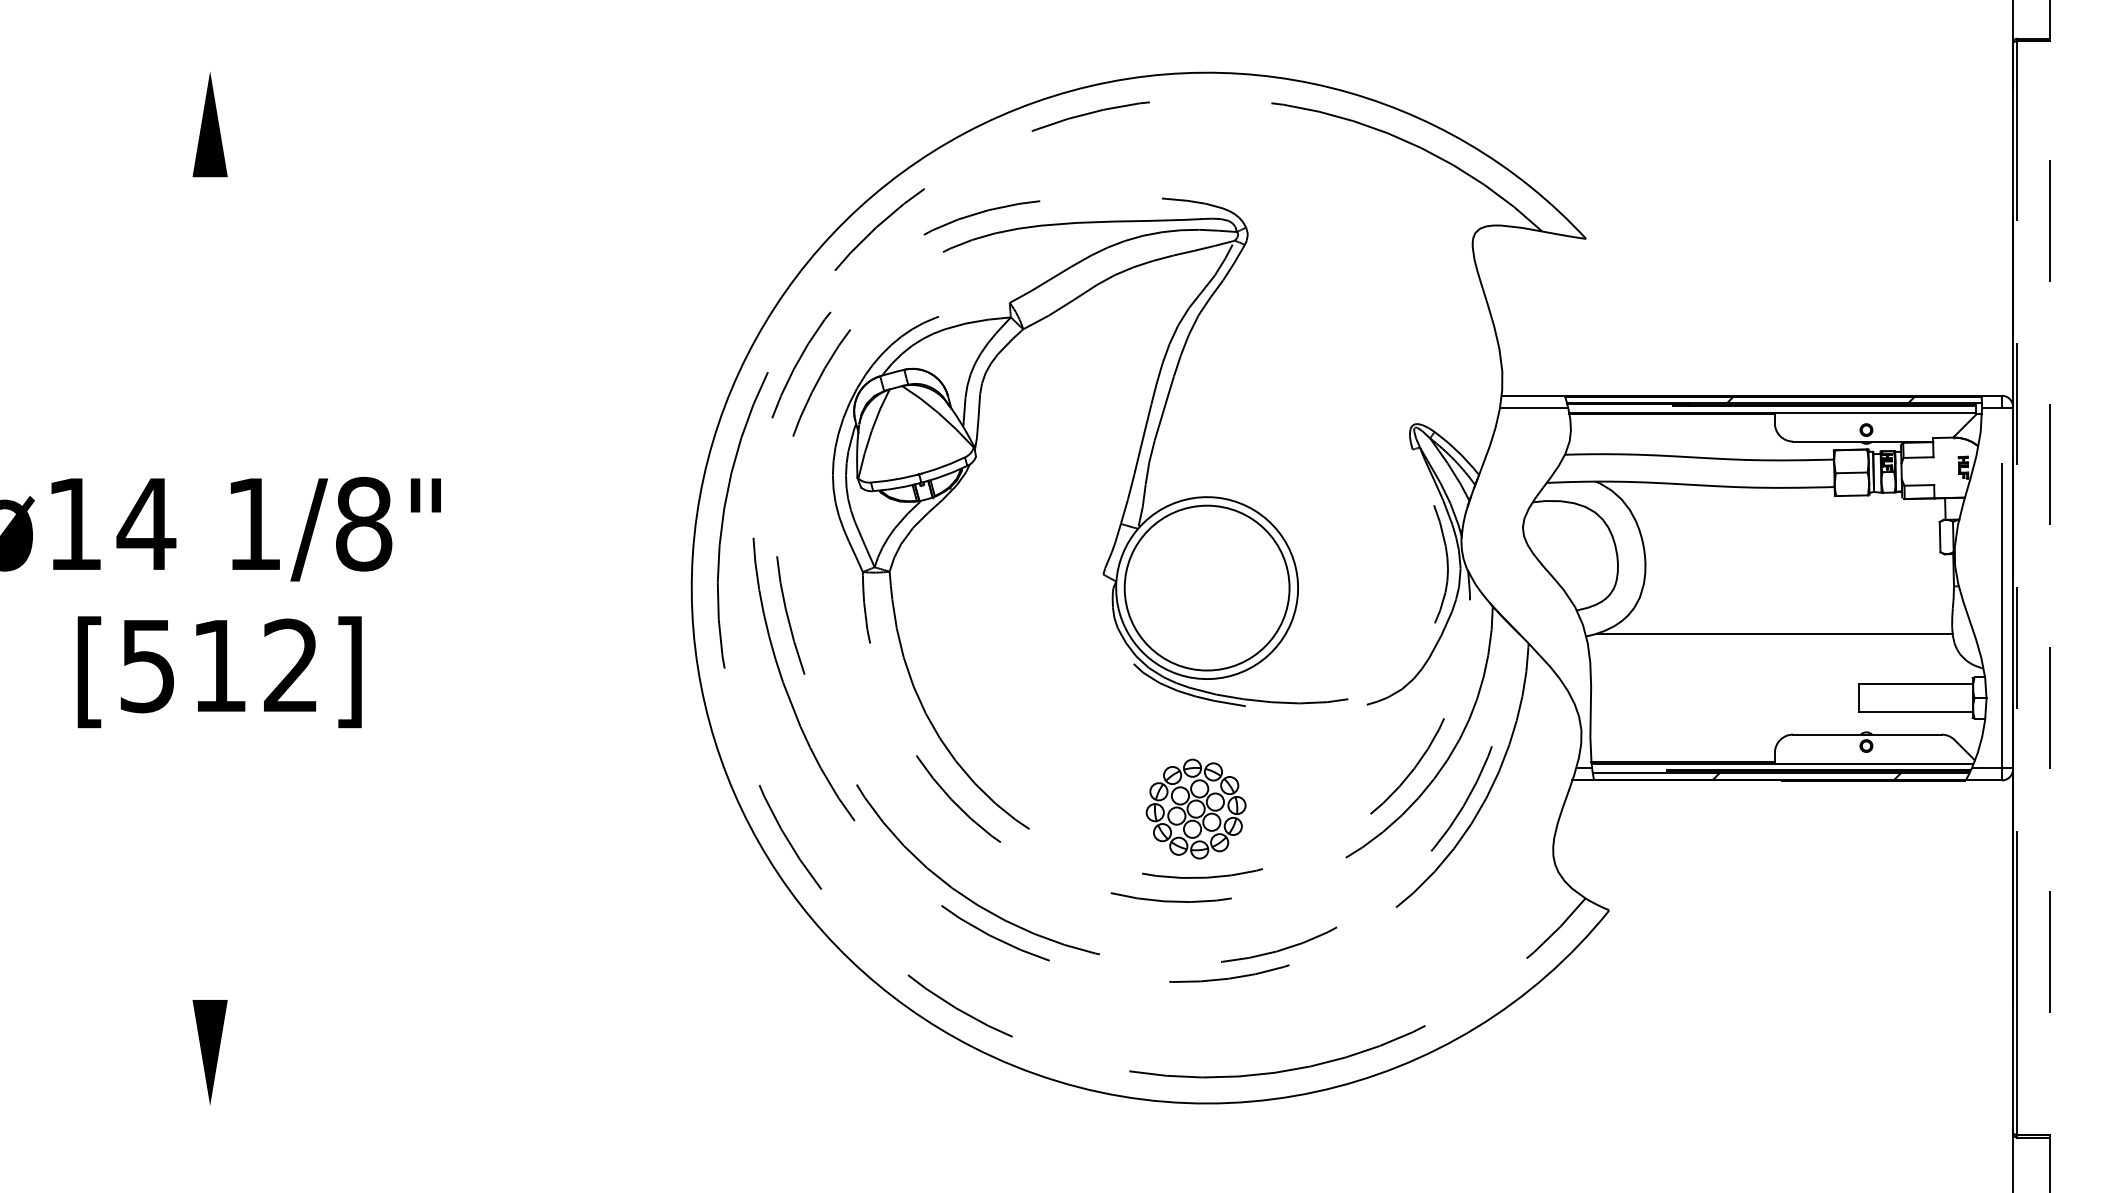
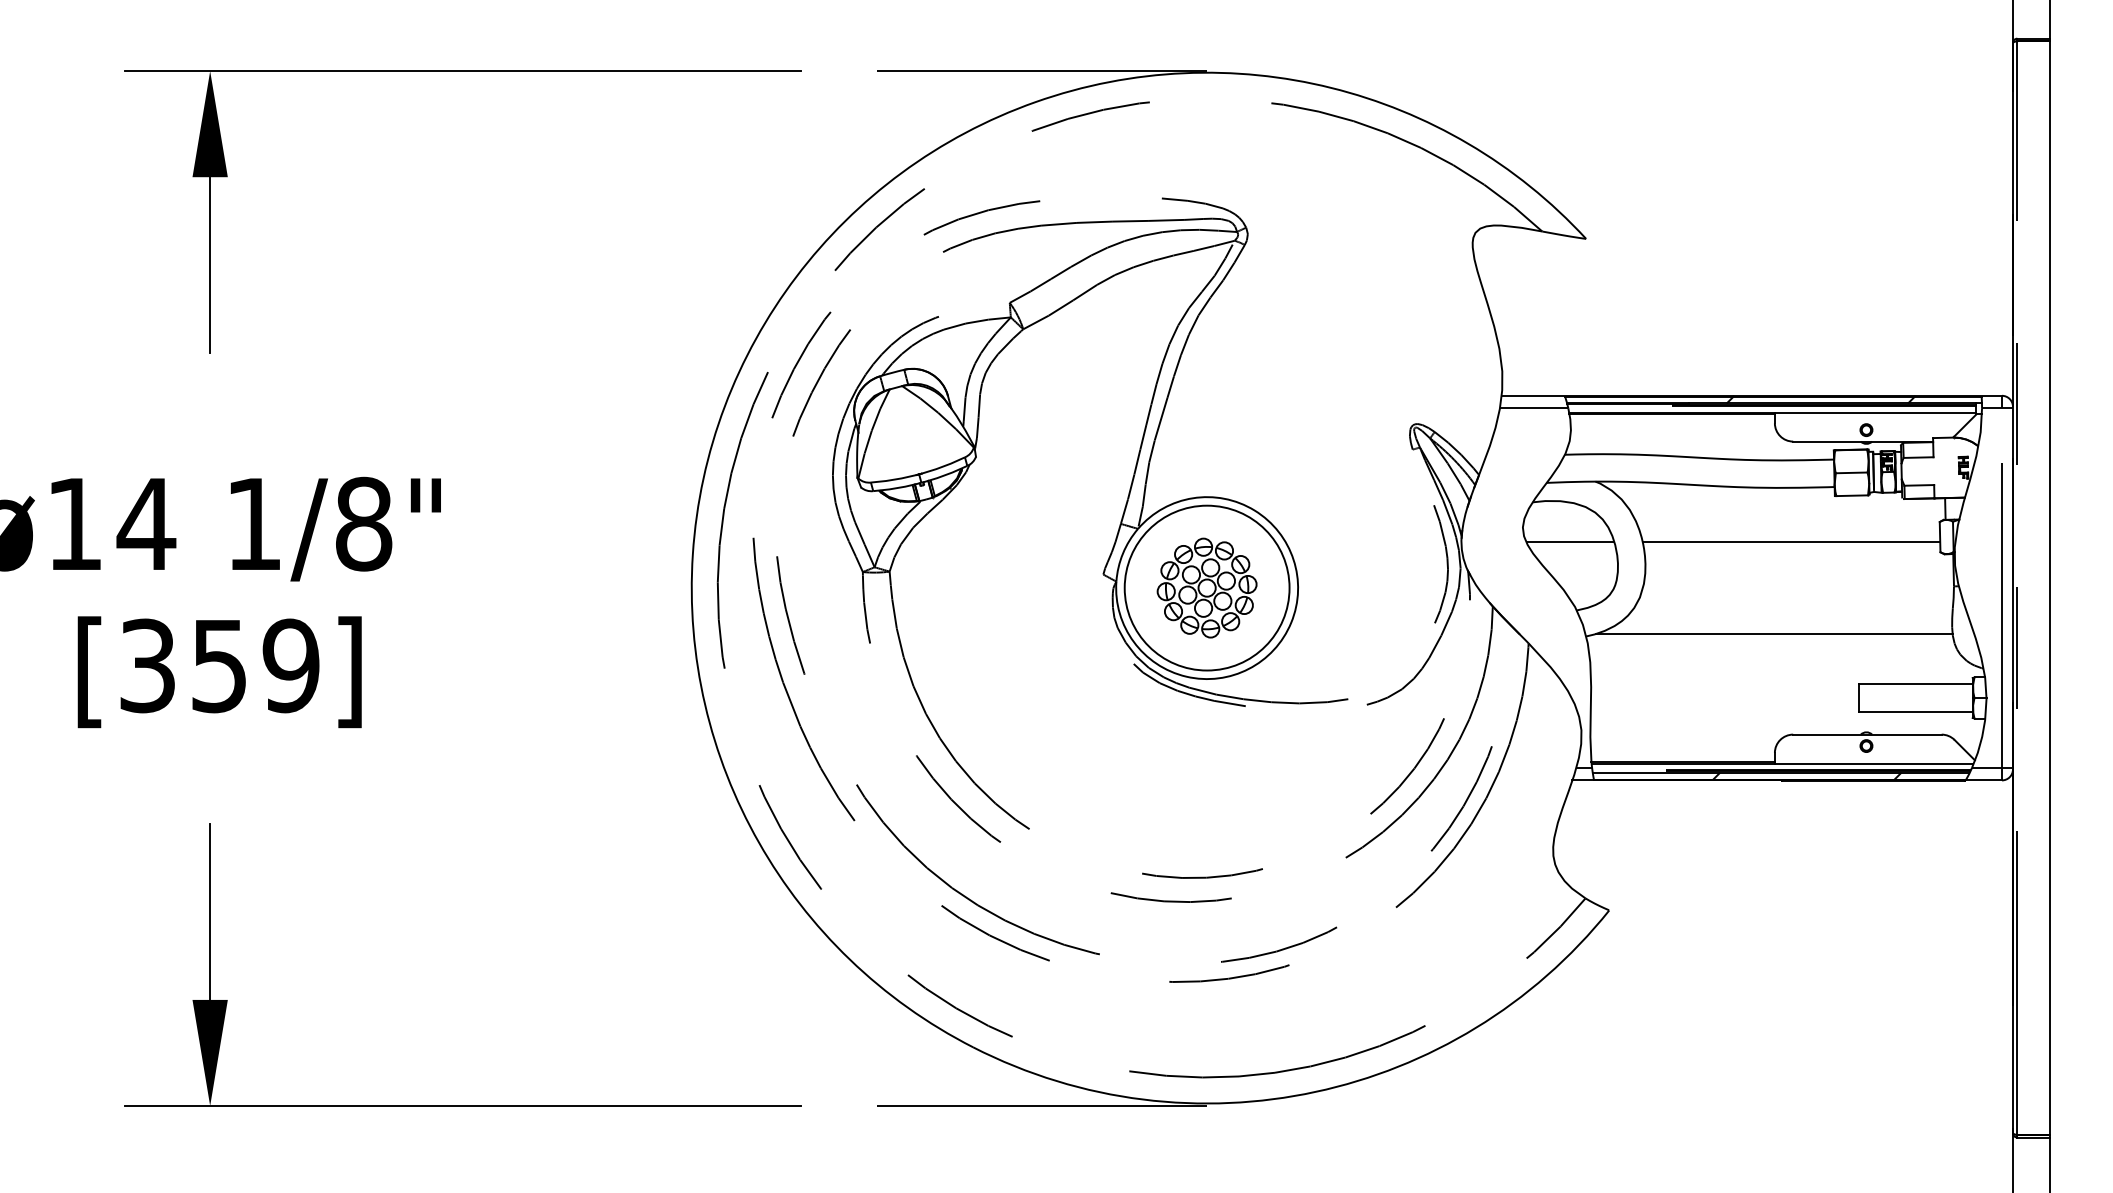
line at (462, 71): none -> present
line at (1042, 71): none -> present
line at (210, 265): none -> present
line at (1570, 542): none -> present
line at (1791, 542): none -> present
line at (2049, 597): dashed -> solid
text at (219, 665): [512] -> [359]
part at (1195, 808) position: (1195, 808) -> (1206, 587)
line at (210, 911): none -> present
line at (462, 1105): none -> present
line at (1042, 1105): none -> present
